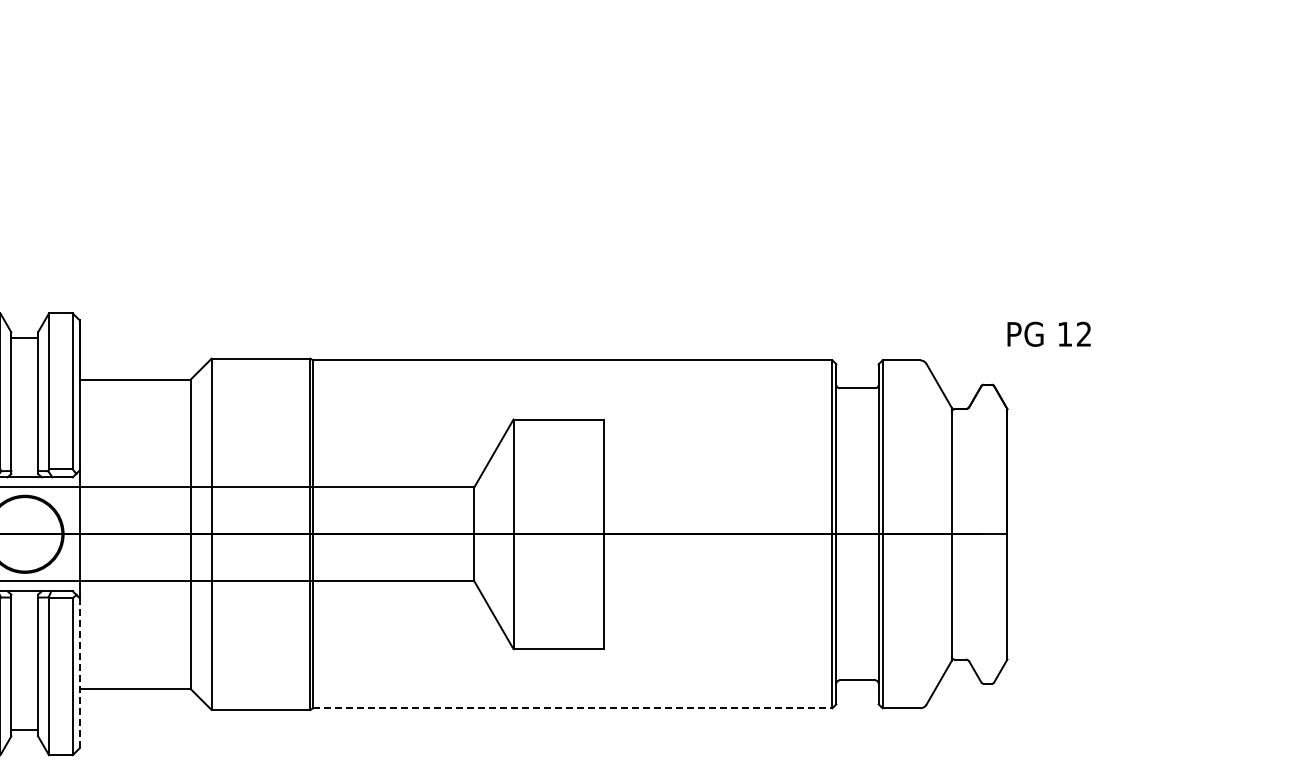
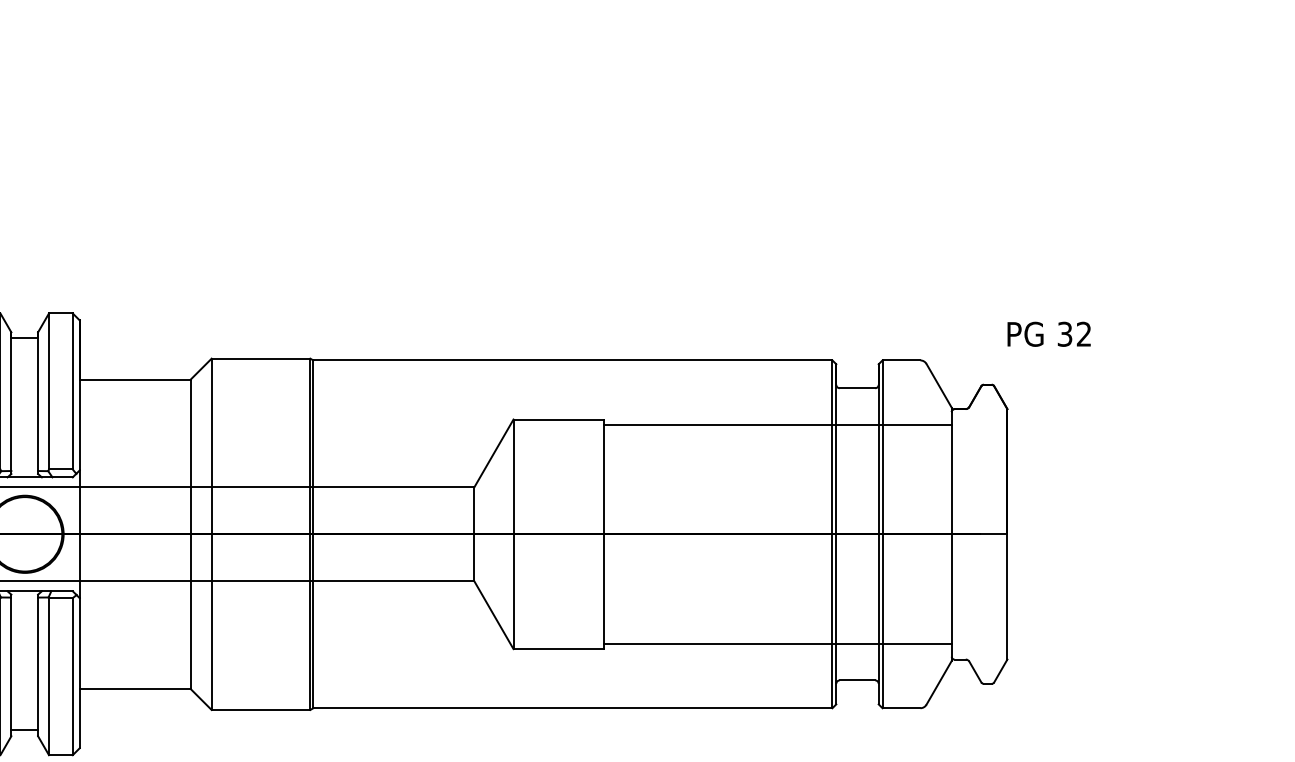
text at (1064, 333): 12 -> 32
line at (777, 425): none -> present
line at (777, 643): none -> present
line at (79, 673): dashed -> solid
line at (572, 708): dashed -> solid
